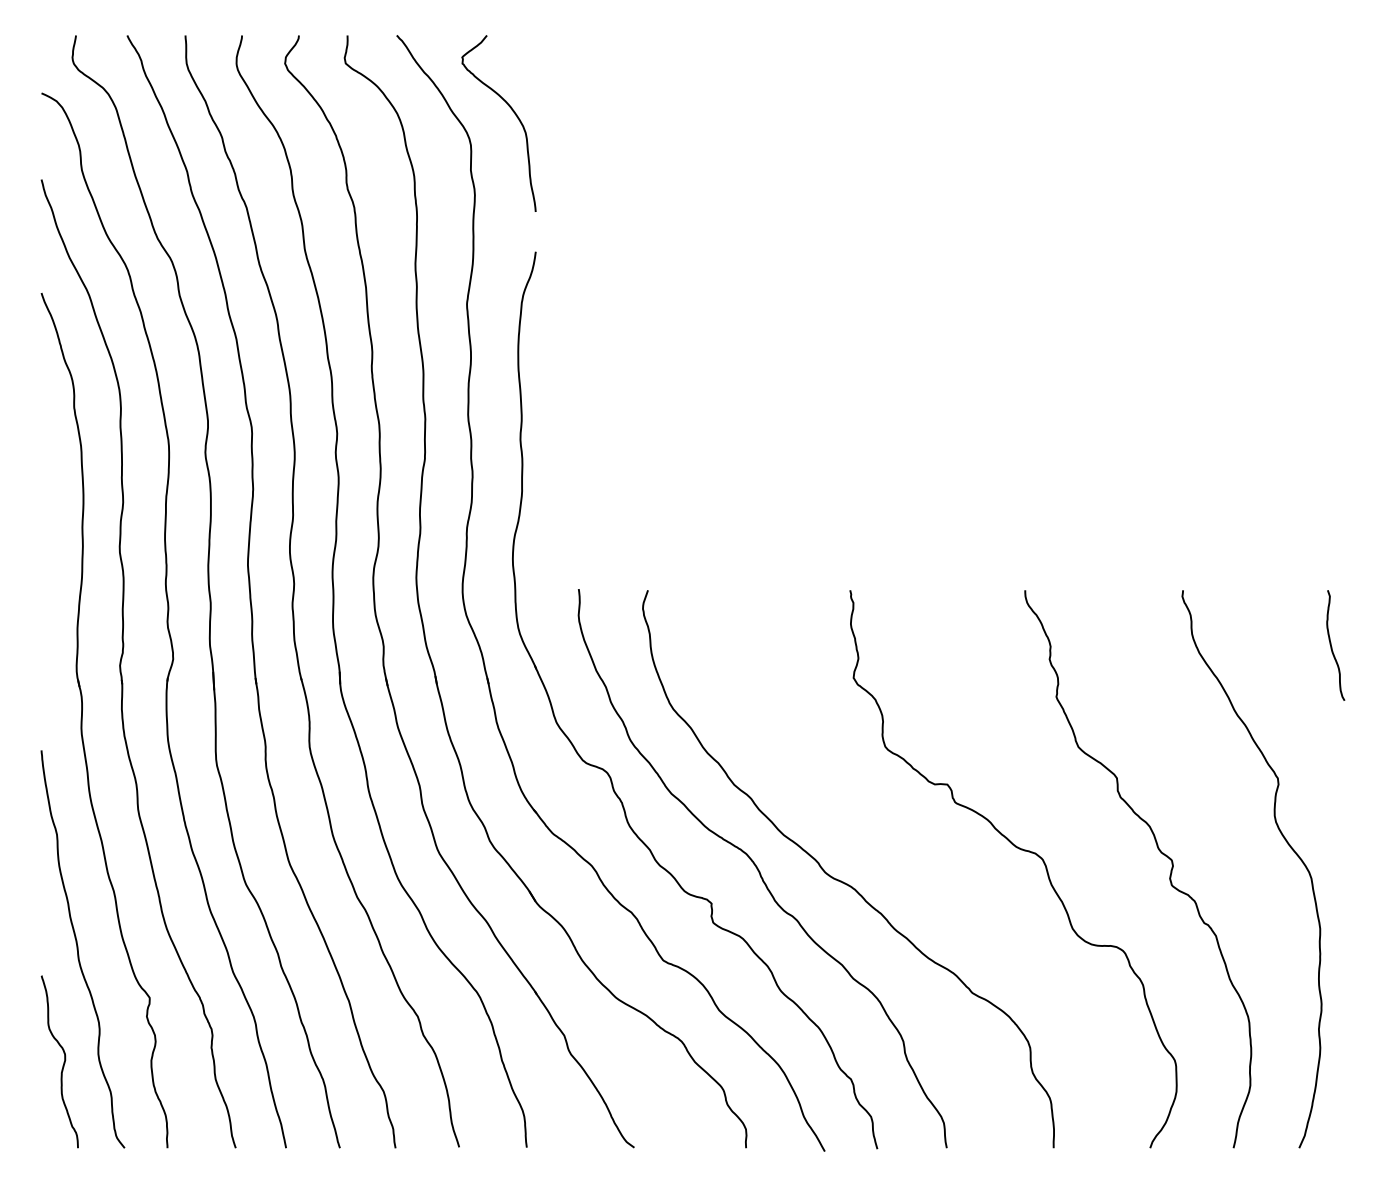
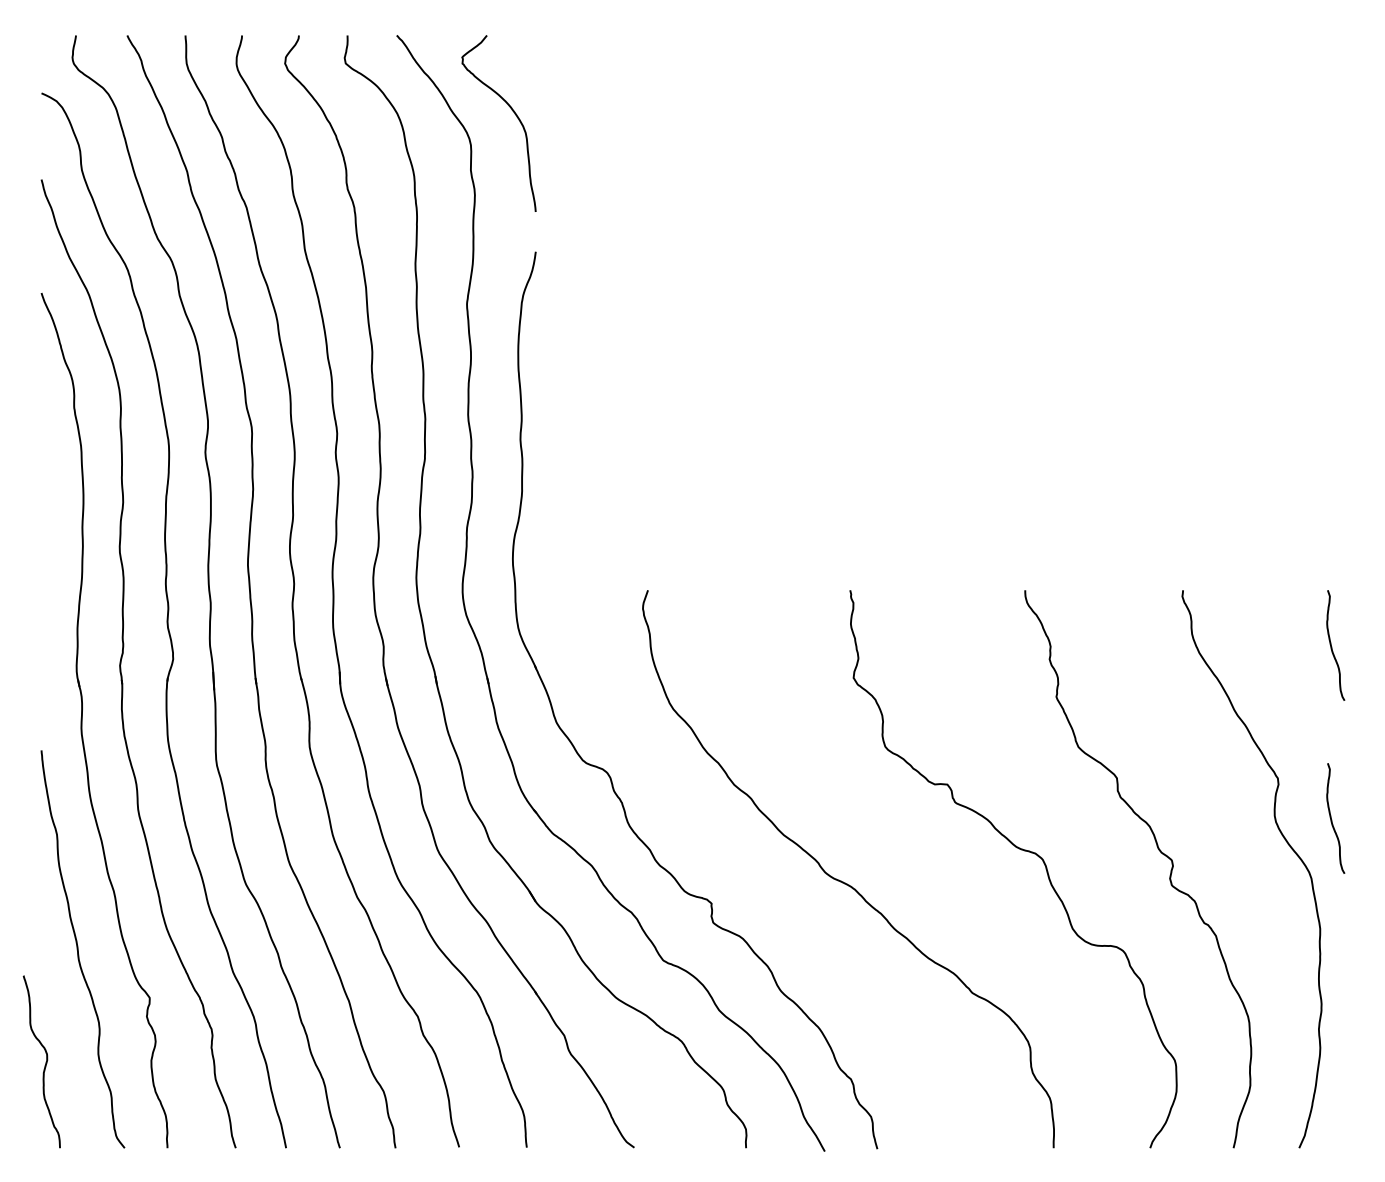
curve at (1332, 819): none -> present
curve at (759, 870): present -> none
curve at (63, 1062) position: (63, 1062) -> (45, 1062)
